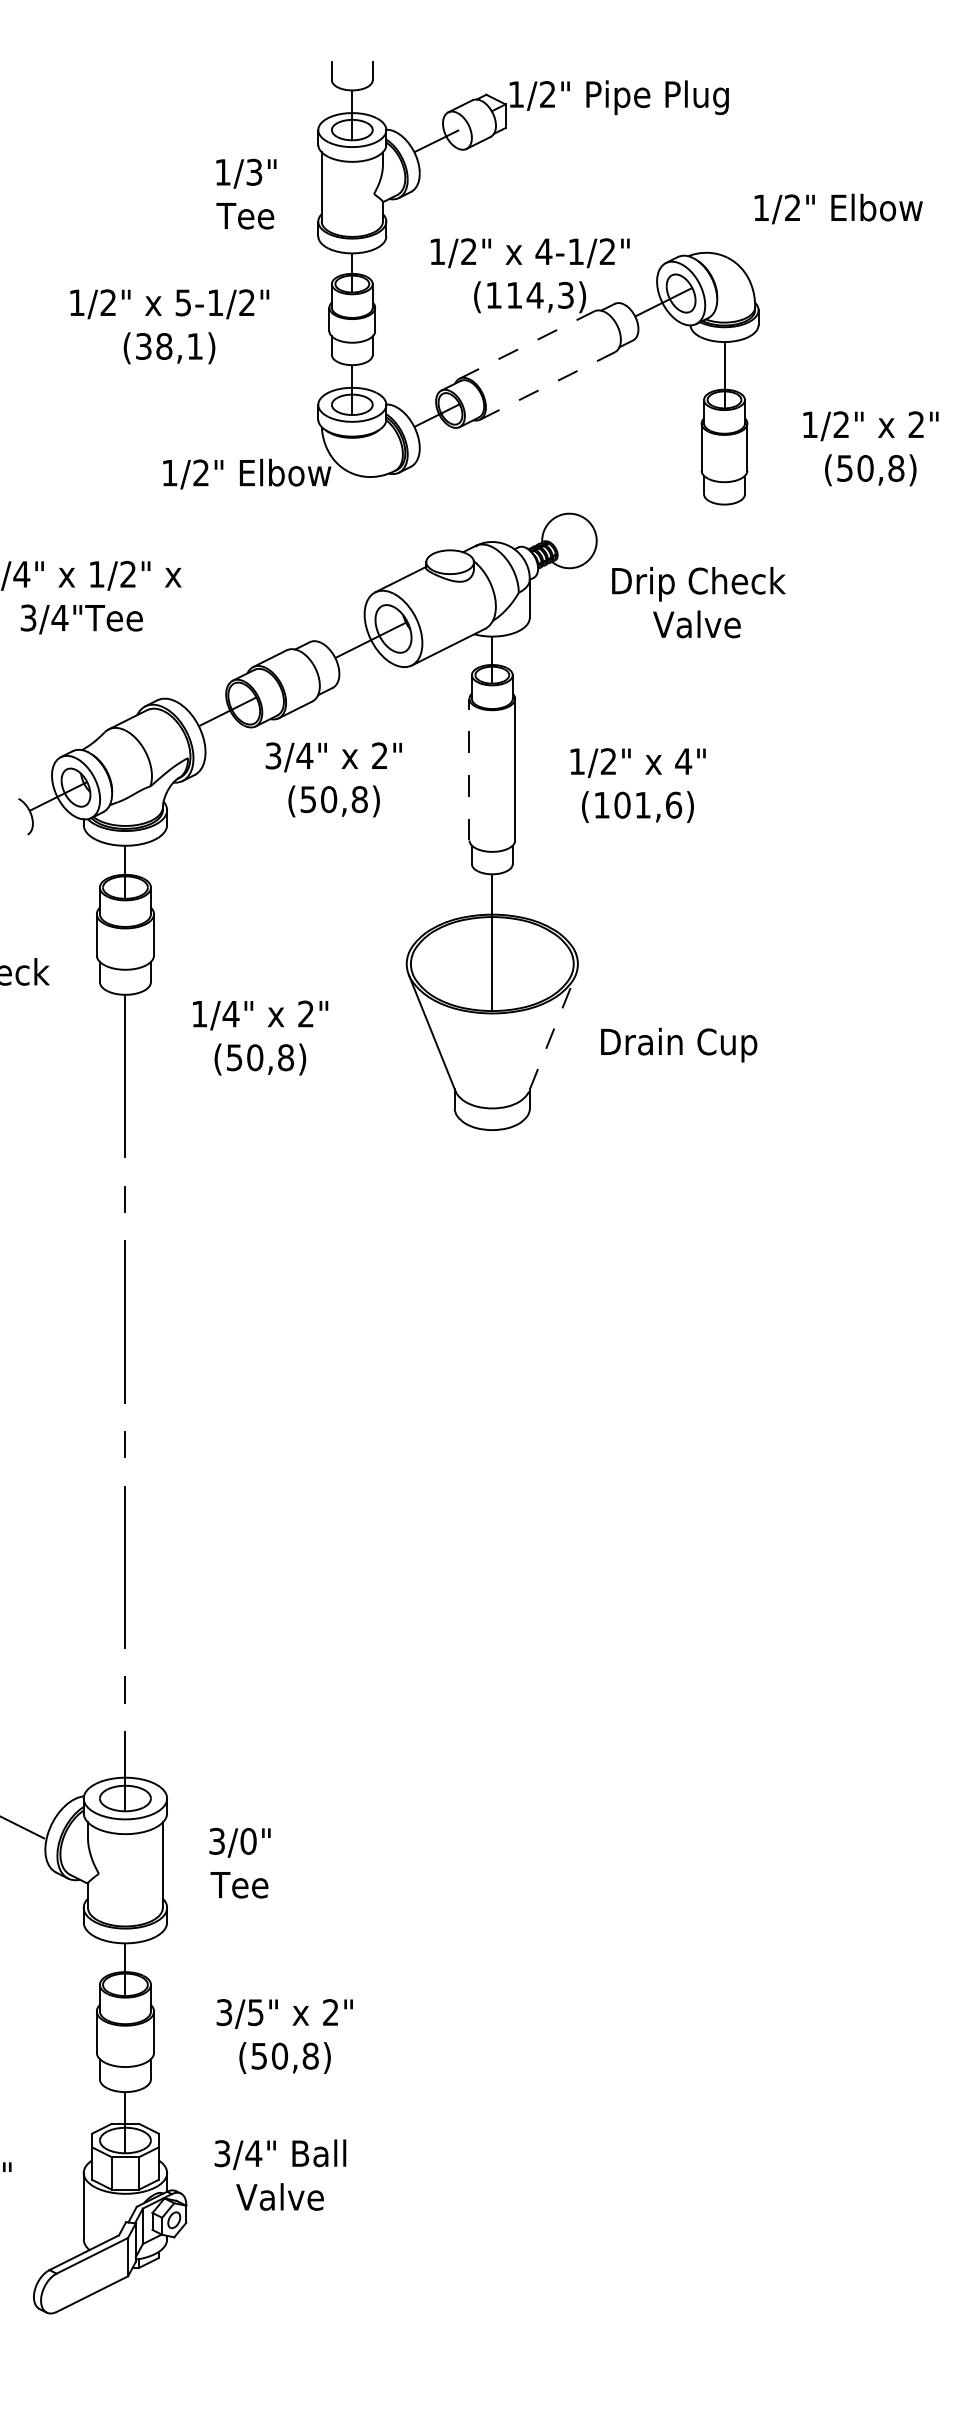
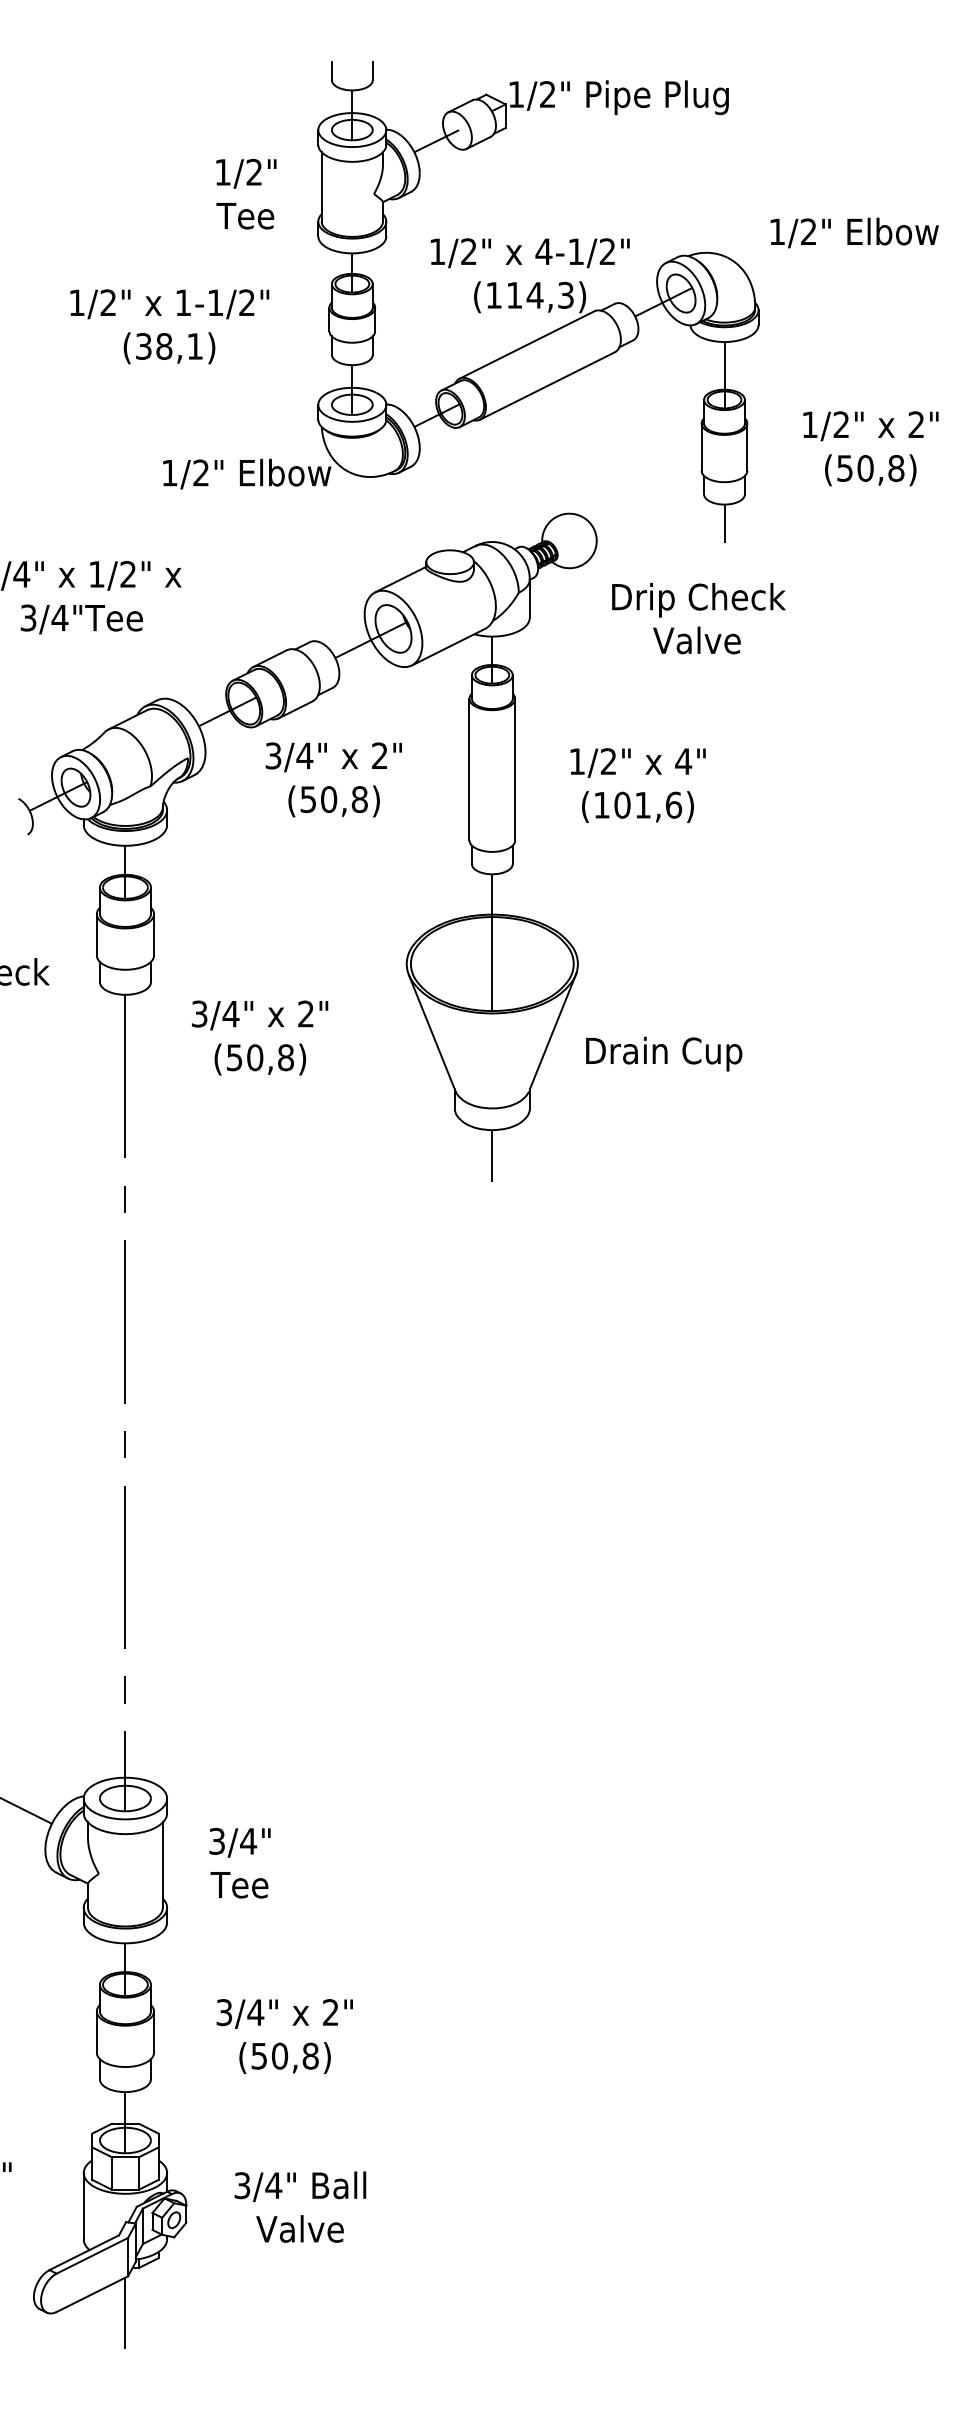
text at (254, 172): 1/3" -> 1/2"
text at (838, 208) position: (838, 208) -> (854, 232)
text at (182, 302): 5-1/2" -> 1-1/2"
line at (527, 344): dashed -> solid
line at (547, 385): dashed -> solid
line at (724, 523): none -> present
text at (698, 602) position: (698, 602) -> (698, 618)
line at (469, 769): dashed -> solid
text at (199, 1013): 1/4" -> 3/4"
line at (553, 1031): dashed -> solid
text at (679, 1044) position: (679, 1044) -> (664, 1053)
line at (492, 1155): none -> present
line at (23, 1827) position: (23, 1827) -> (27, 1811)
text at (248, 1840): 3/0" -> 3/4"
text at (255, 2012): 3/5" -> 3/4"
text at (280, 2174) position: (280, 2174) -> (300, 2206)
line at (125, 2313): none -> present
